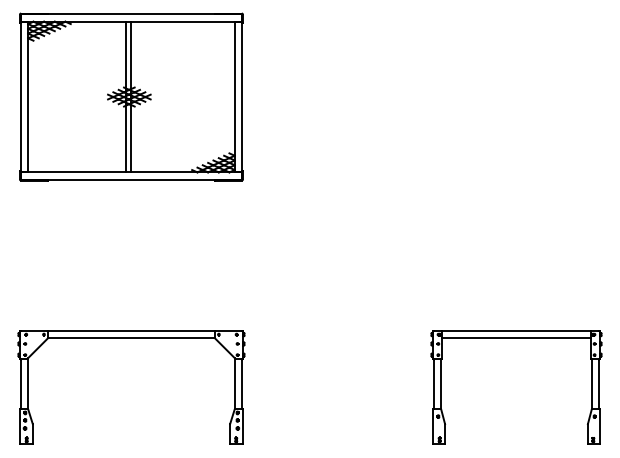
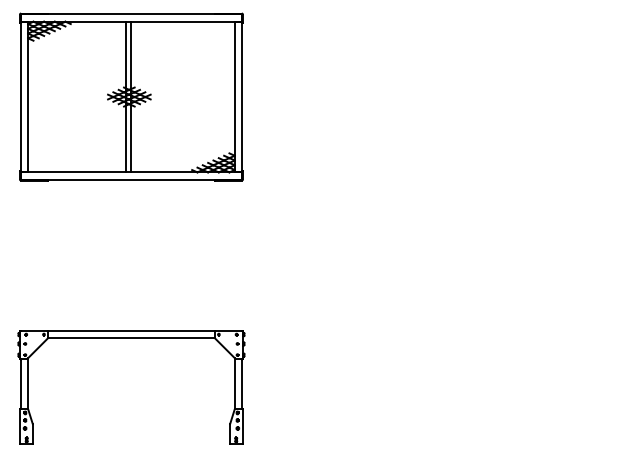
part at (516, 338): present -> none
